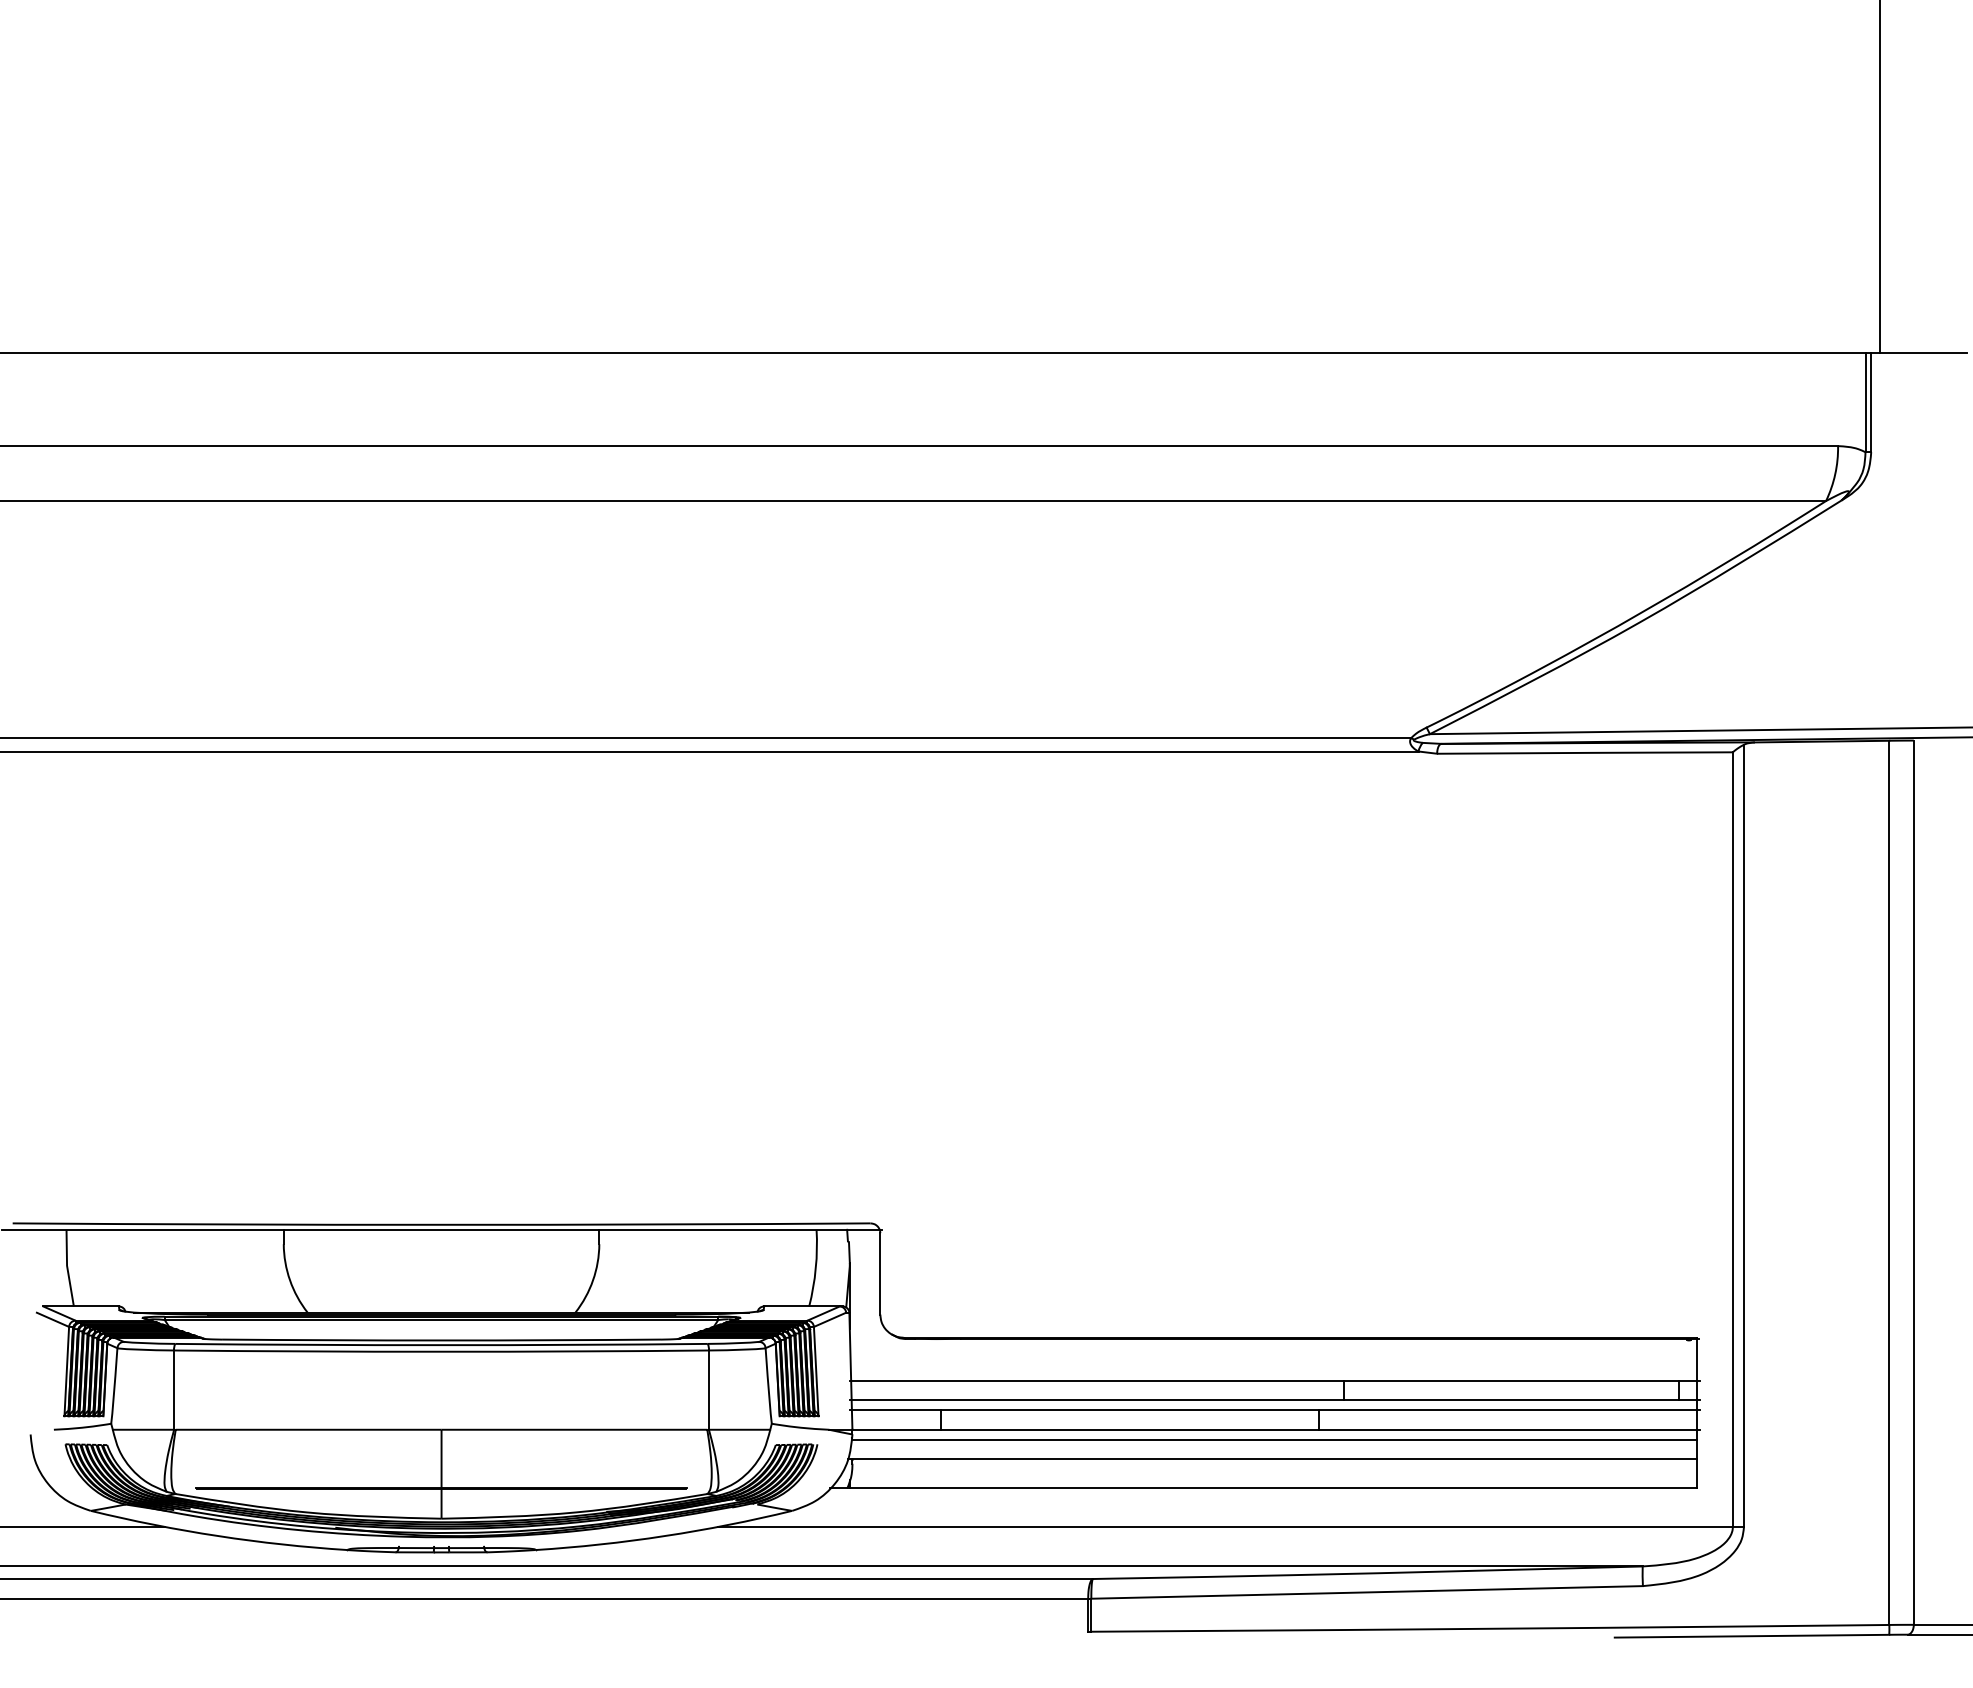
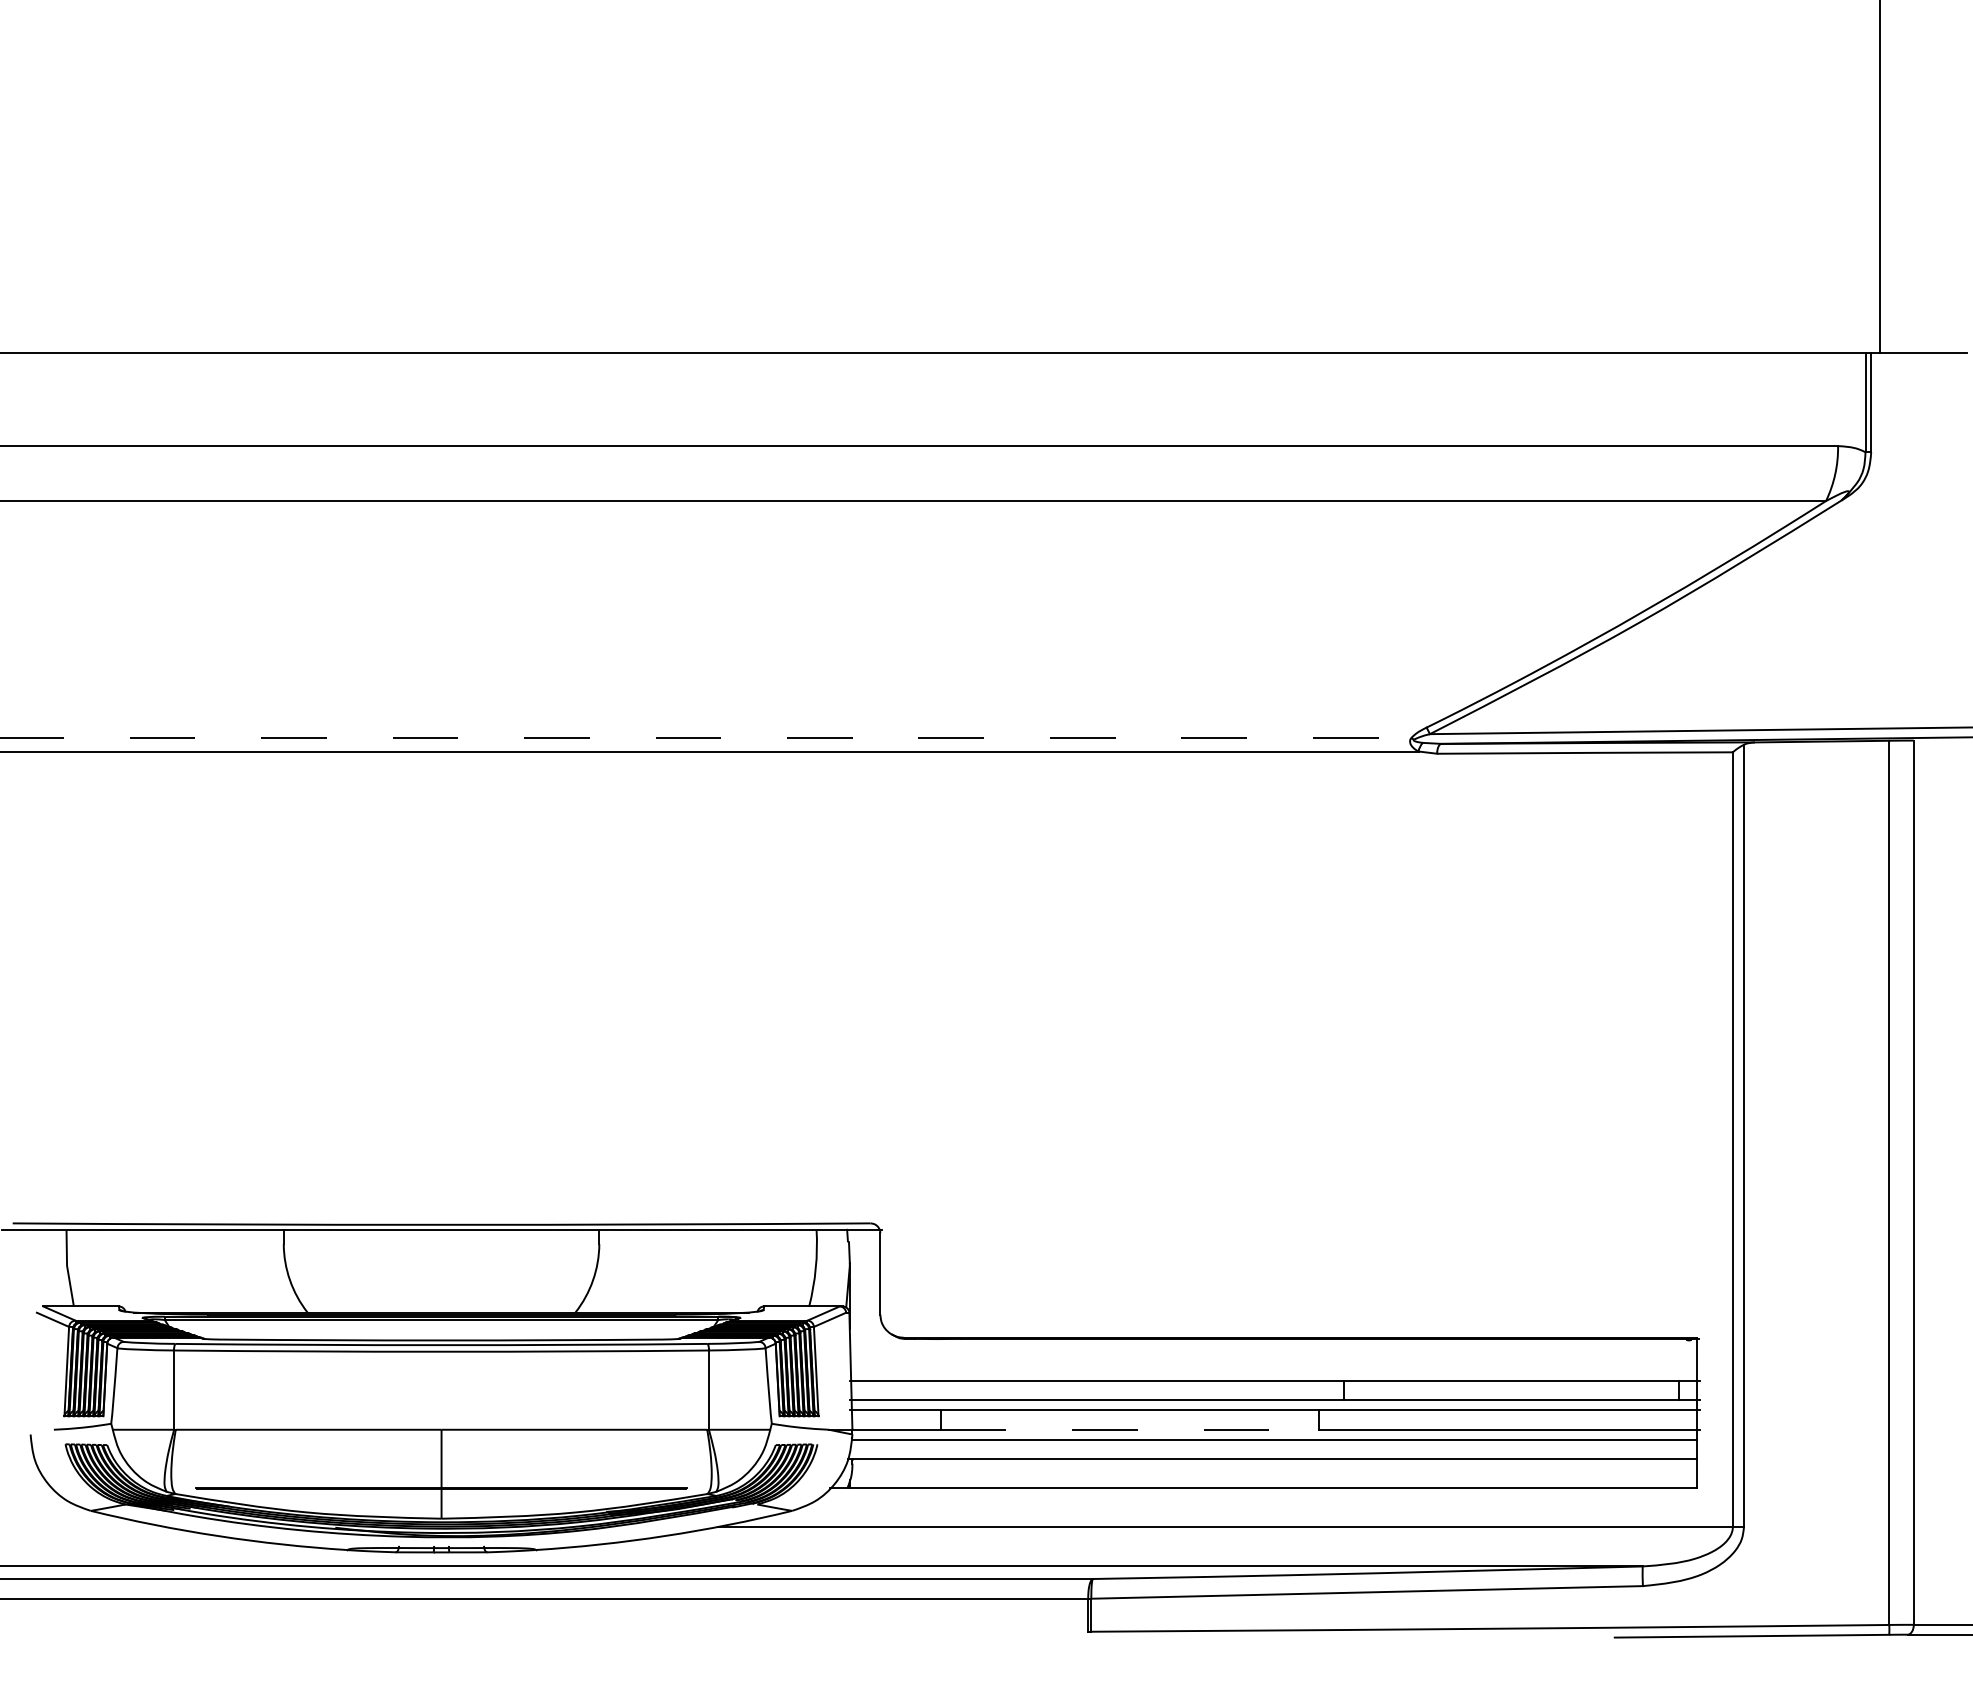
line at (706, 738): solid -> dashed
line at (1130, 1429): solid -> dashed
line at (83, 1527): present -> none
